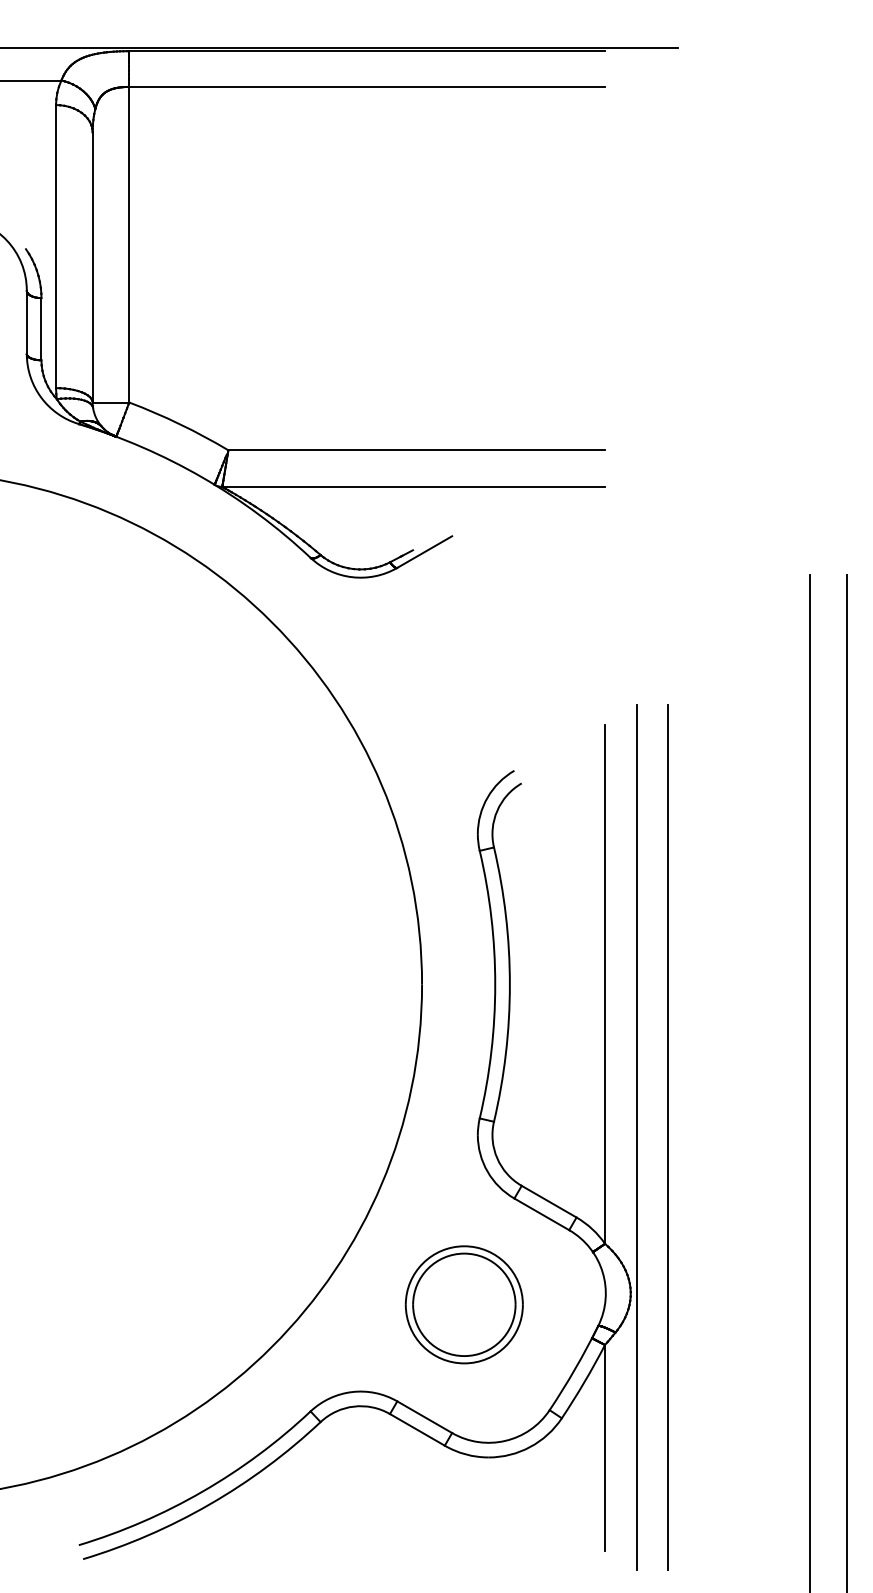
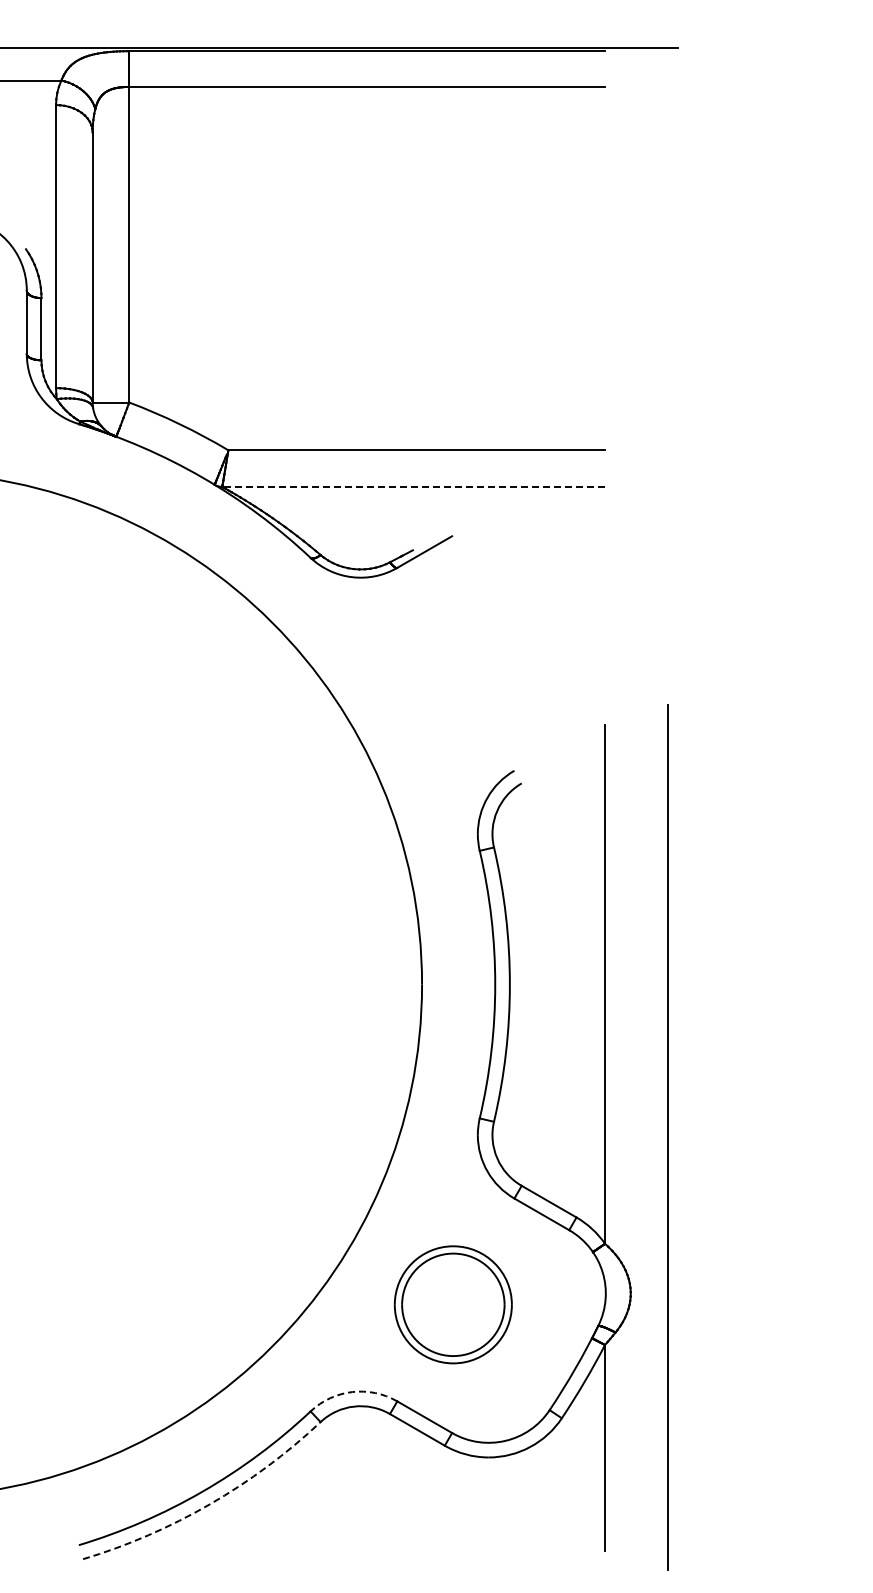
line at (413, 486): solid -> dashed
line at (809, 1081): present -> none
line at (846, 1081): present -> none
line at (636, 1137): present -> none
part at (463, 1304) position: (463, 1304) -> (452, 1304)
arc at (352, 1392): solid -> dashed
arc at (209, 1504): solid -> dashed
